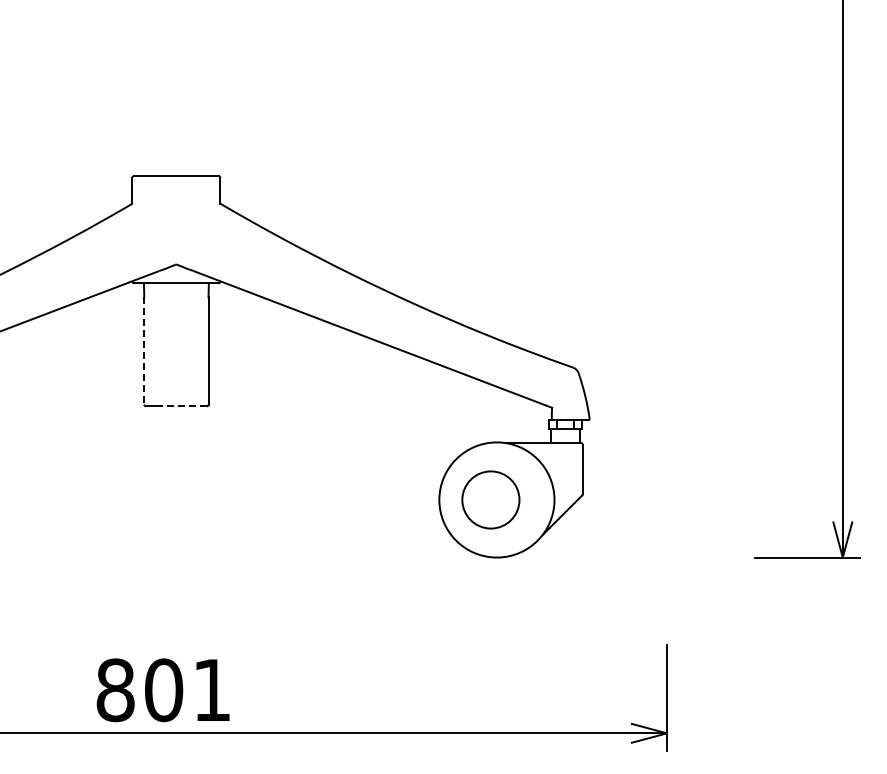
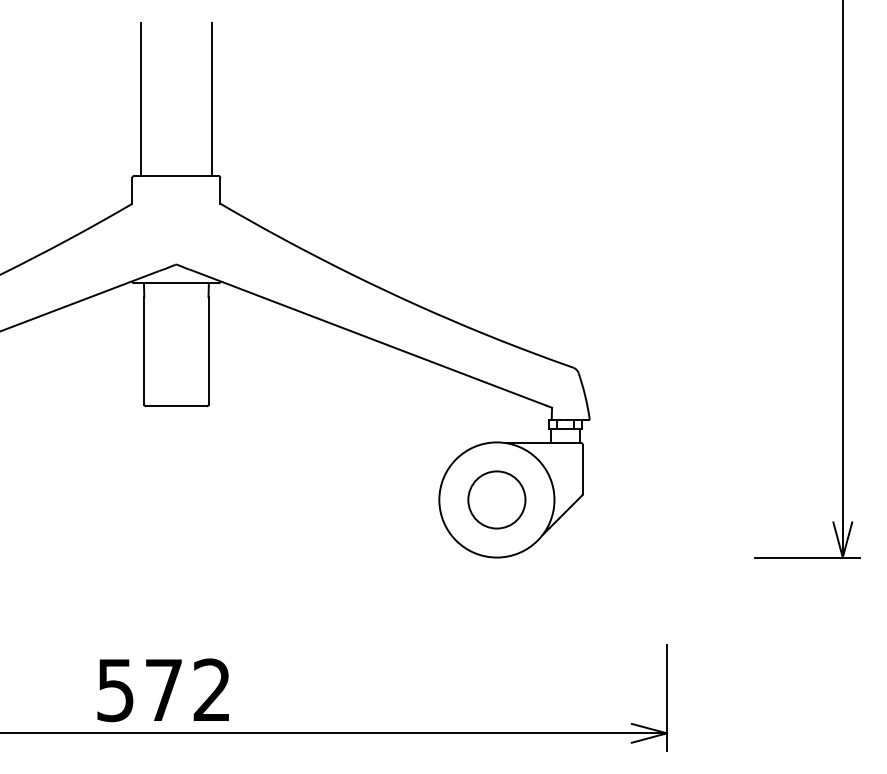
line at (141, 99): none -> present
line at (211, 99): none -> present
line at (144, 350): dashed -> solid
line at (180, 406): dashed -> solid
circle at (490, 499) position: (490, 499) -> (496, 499)
text at (162, 690): 801 -> 572
